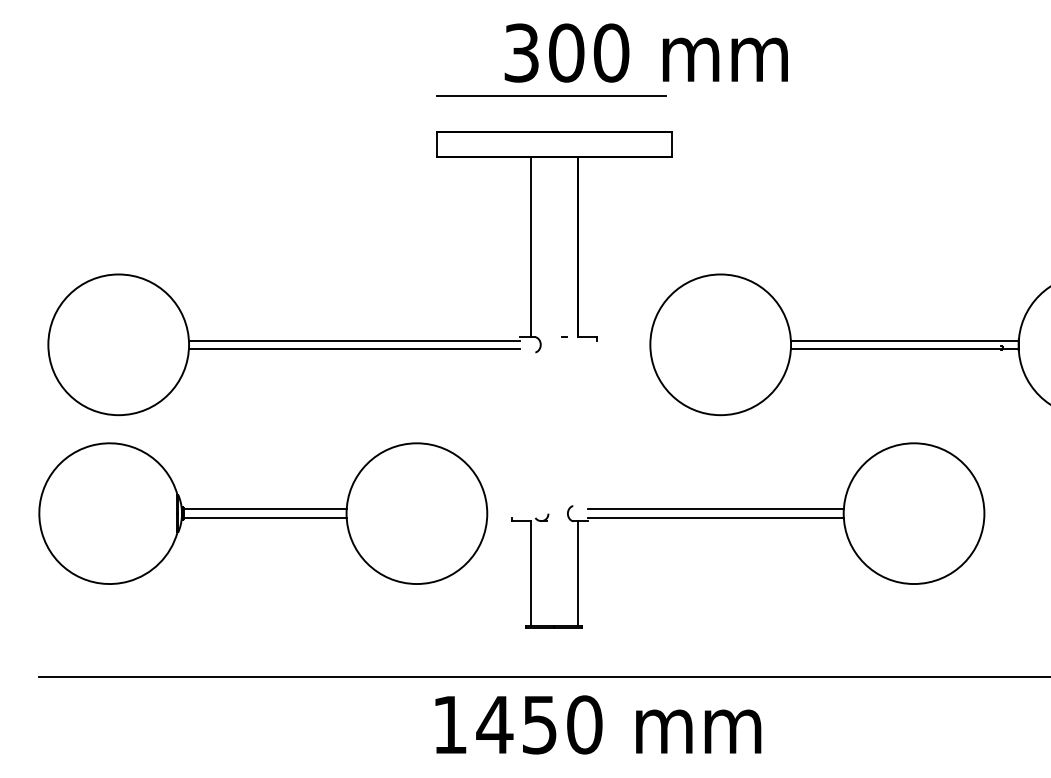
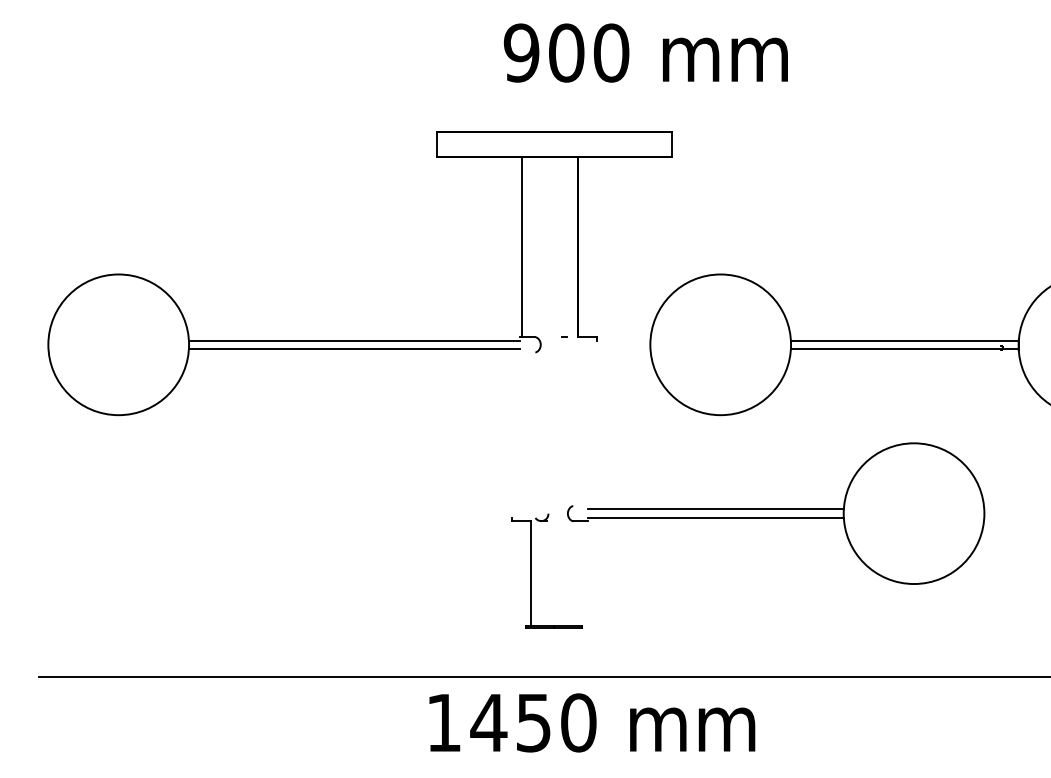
text at (521, 52): 300 -> 900
line at (551, 96): present -> none
line at (530, 247) position: (530, 247) -> (521, 247)
part at (263, 513): present -> none
line at (577, 573): present -> none
text at (598, 724) position: (598, 724) -> (592, 722)
